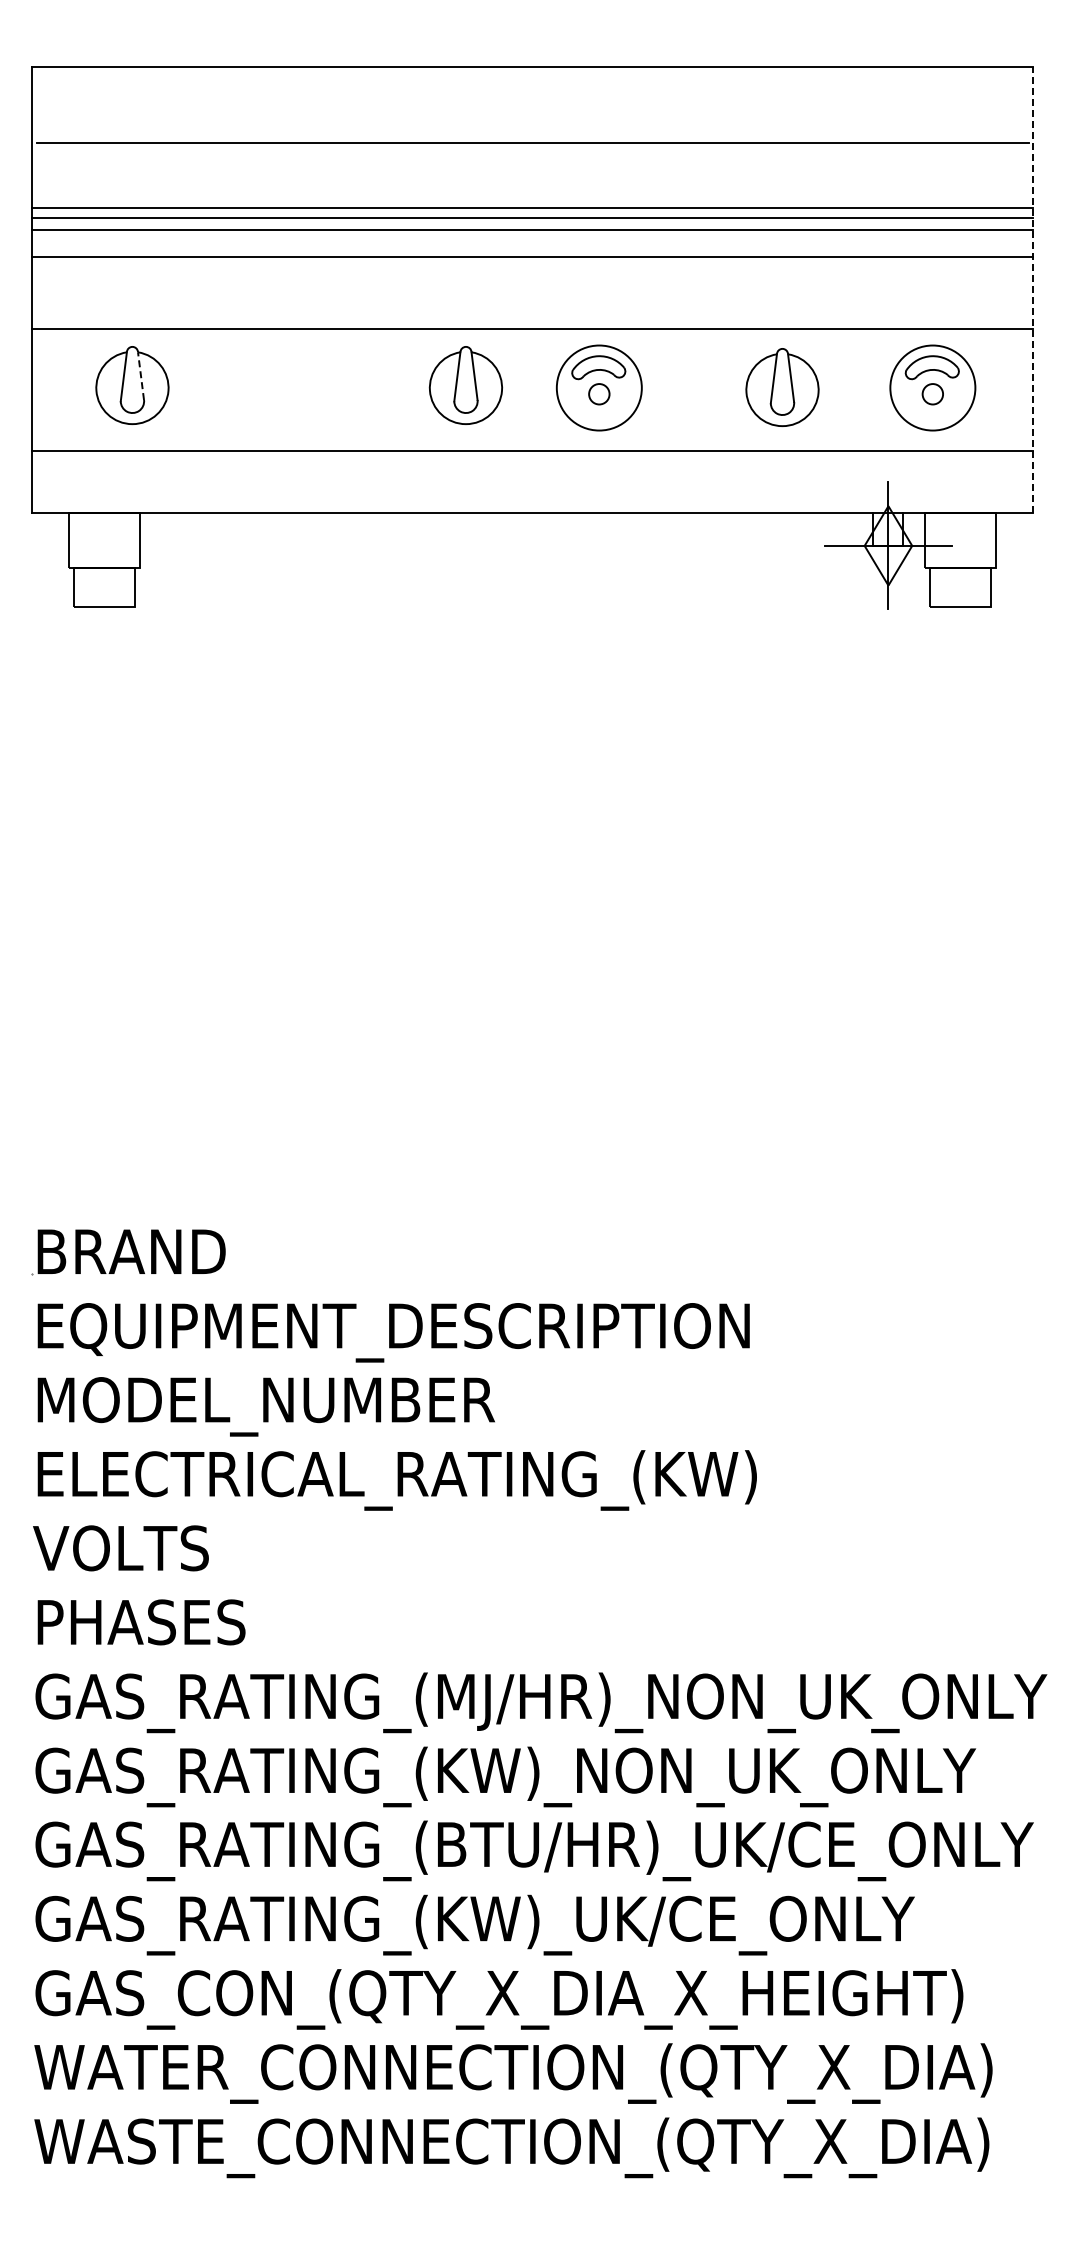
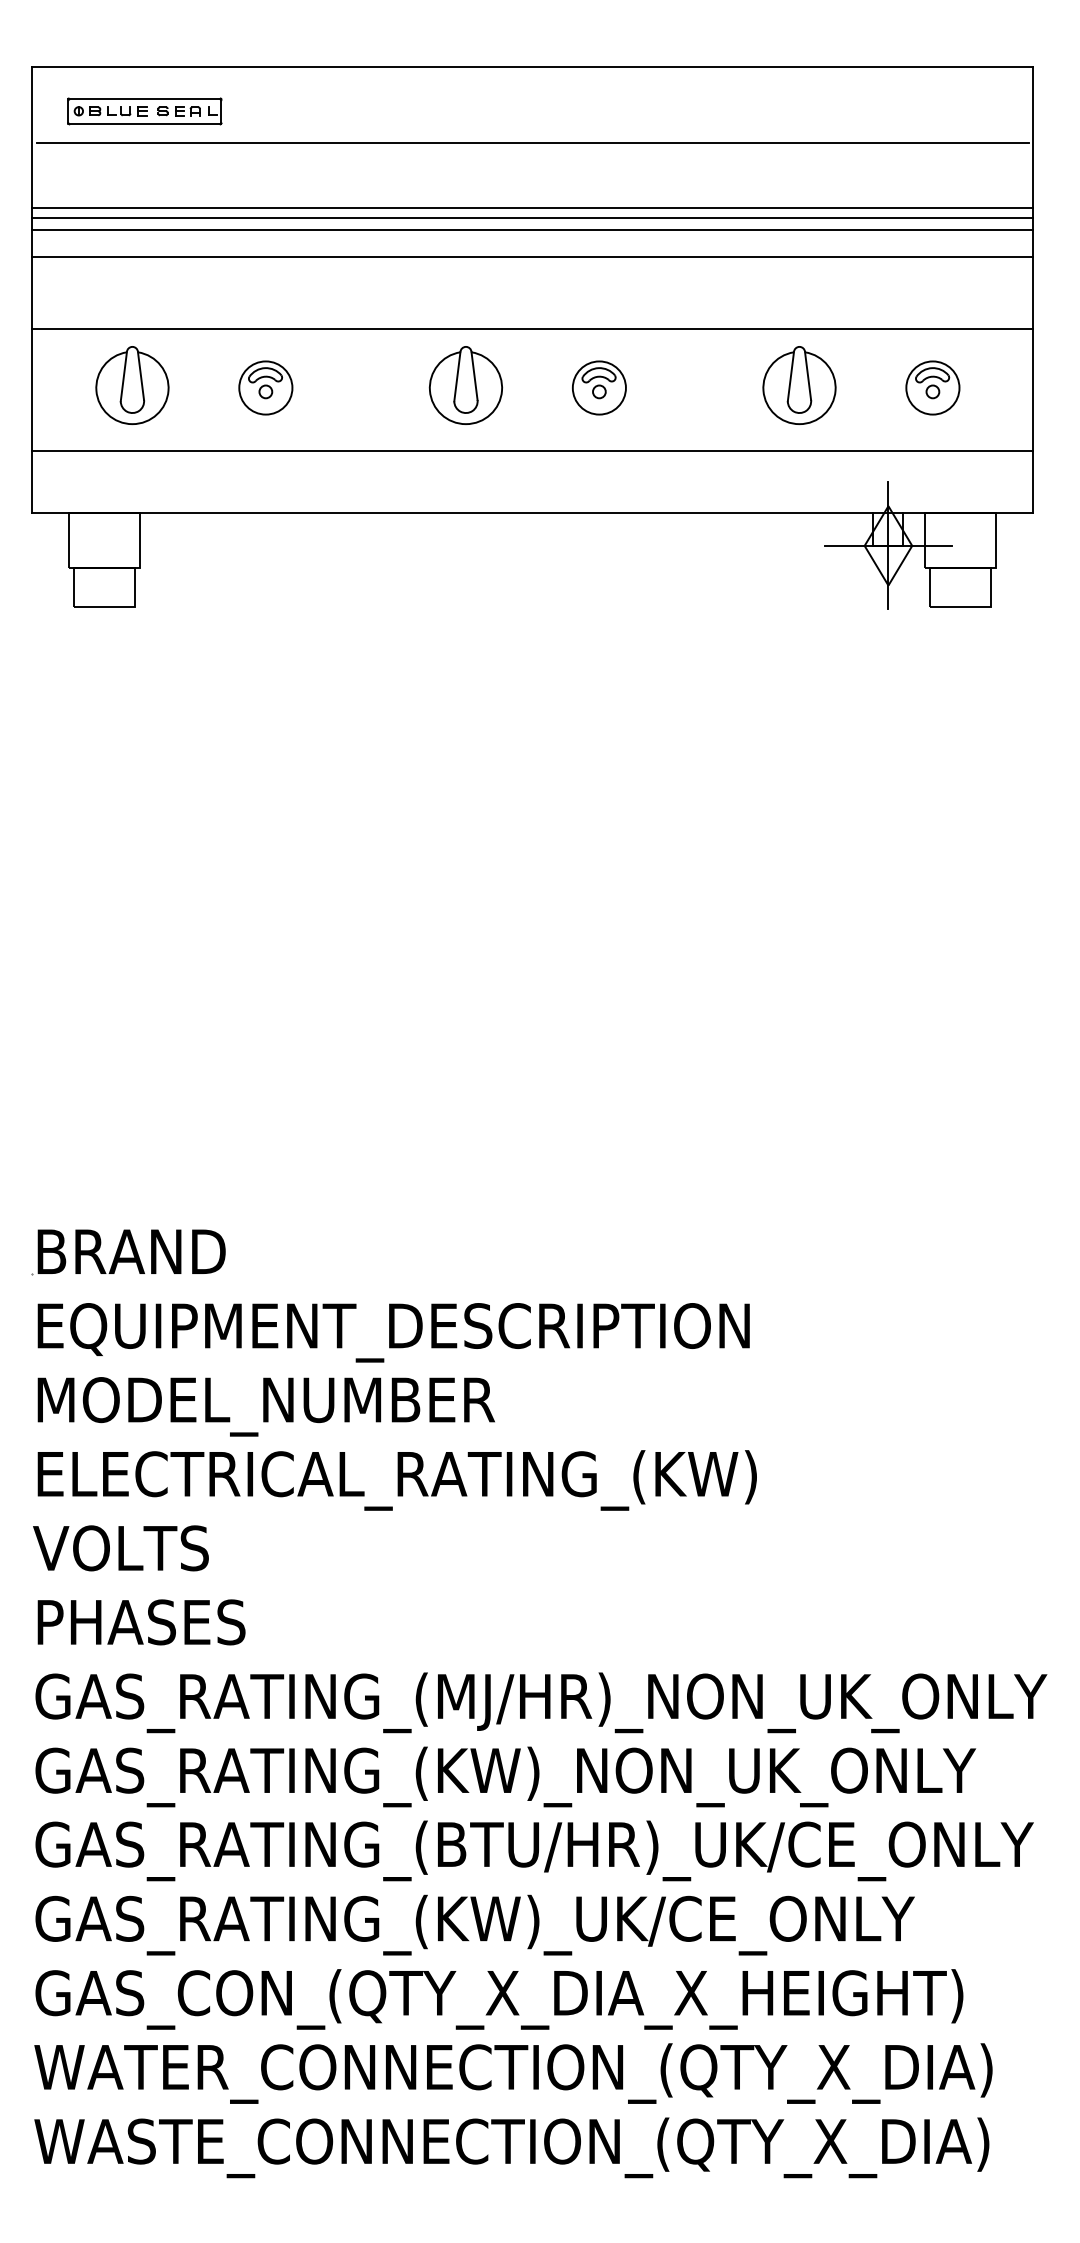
part at (144, 111): none -> present
line at (1032, 289): dashed -> solid
line at (140, 375): dashed -> solid
part at (265, 387): none -> present
part at (598, 387) size: 88x88 px -> 55x56 px
part at (782, 387) position: (782, 387) -> (799, 385)
part at (932, 387) size: 88x88 px -> 56x56 px
